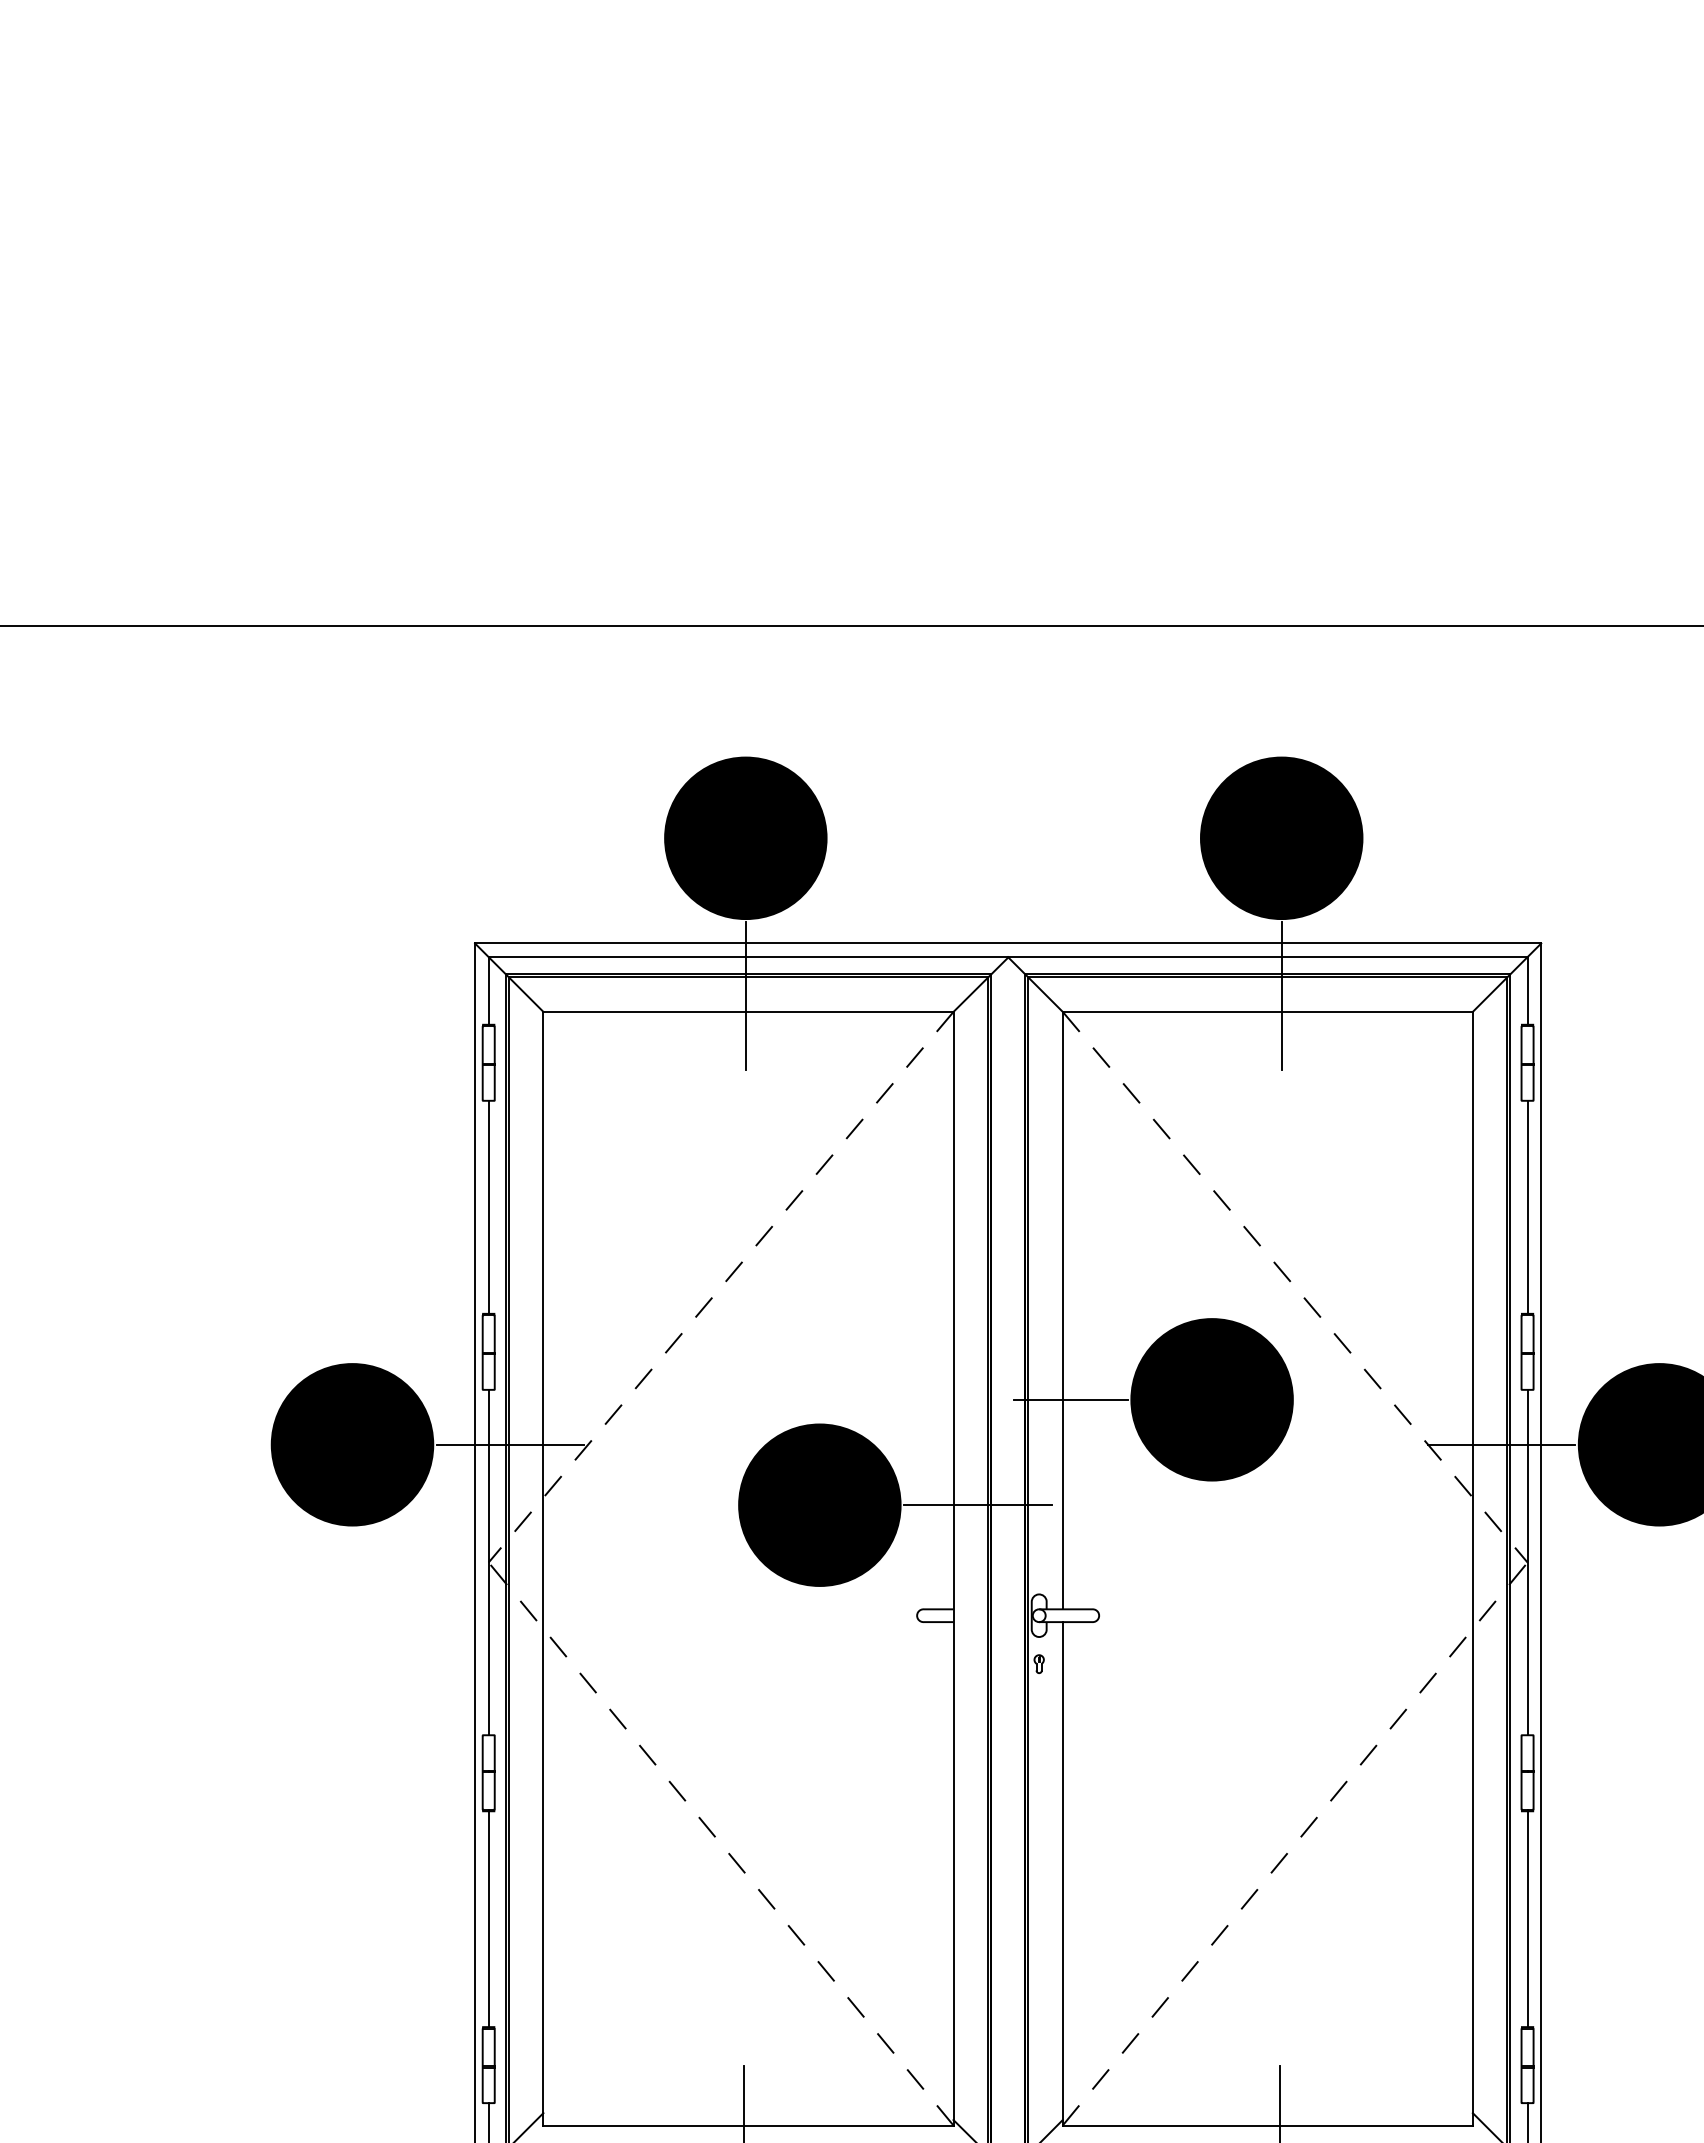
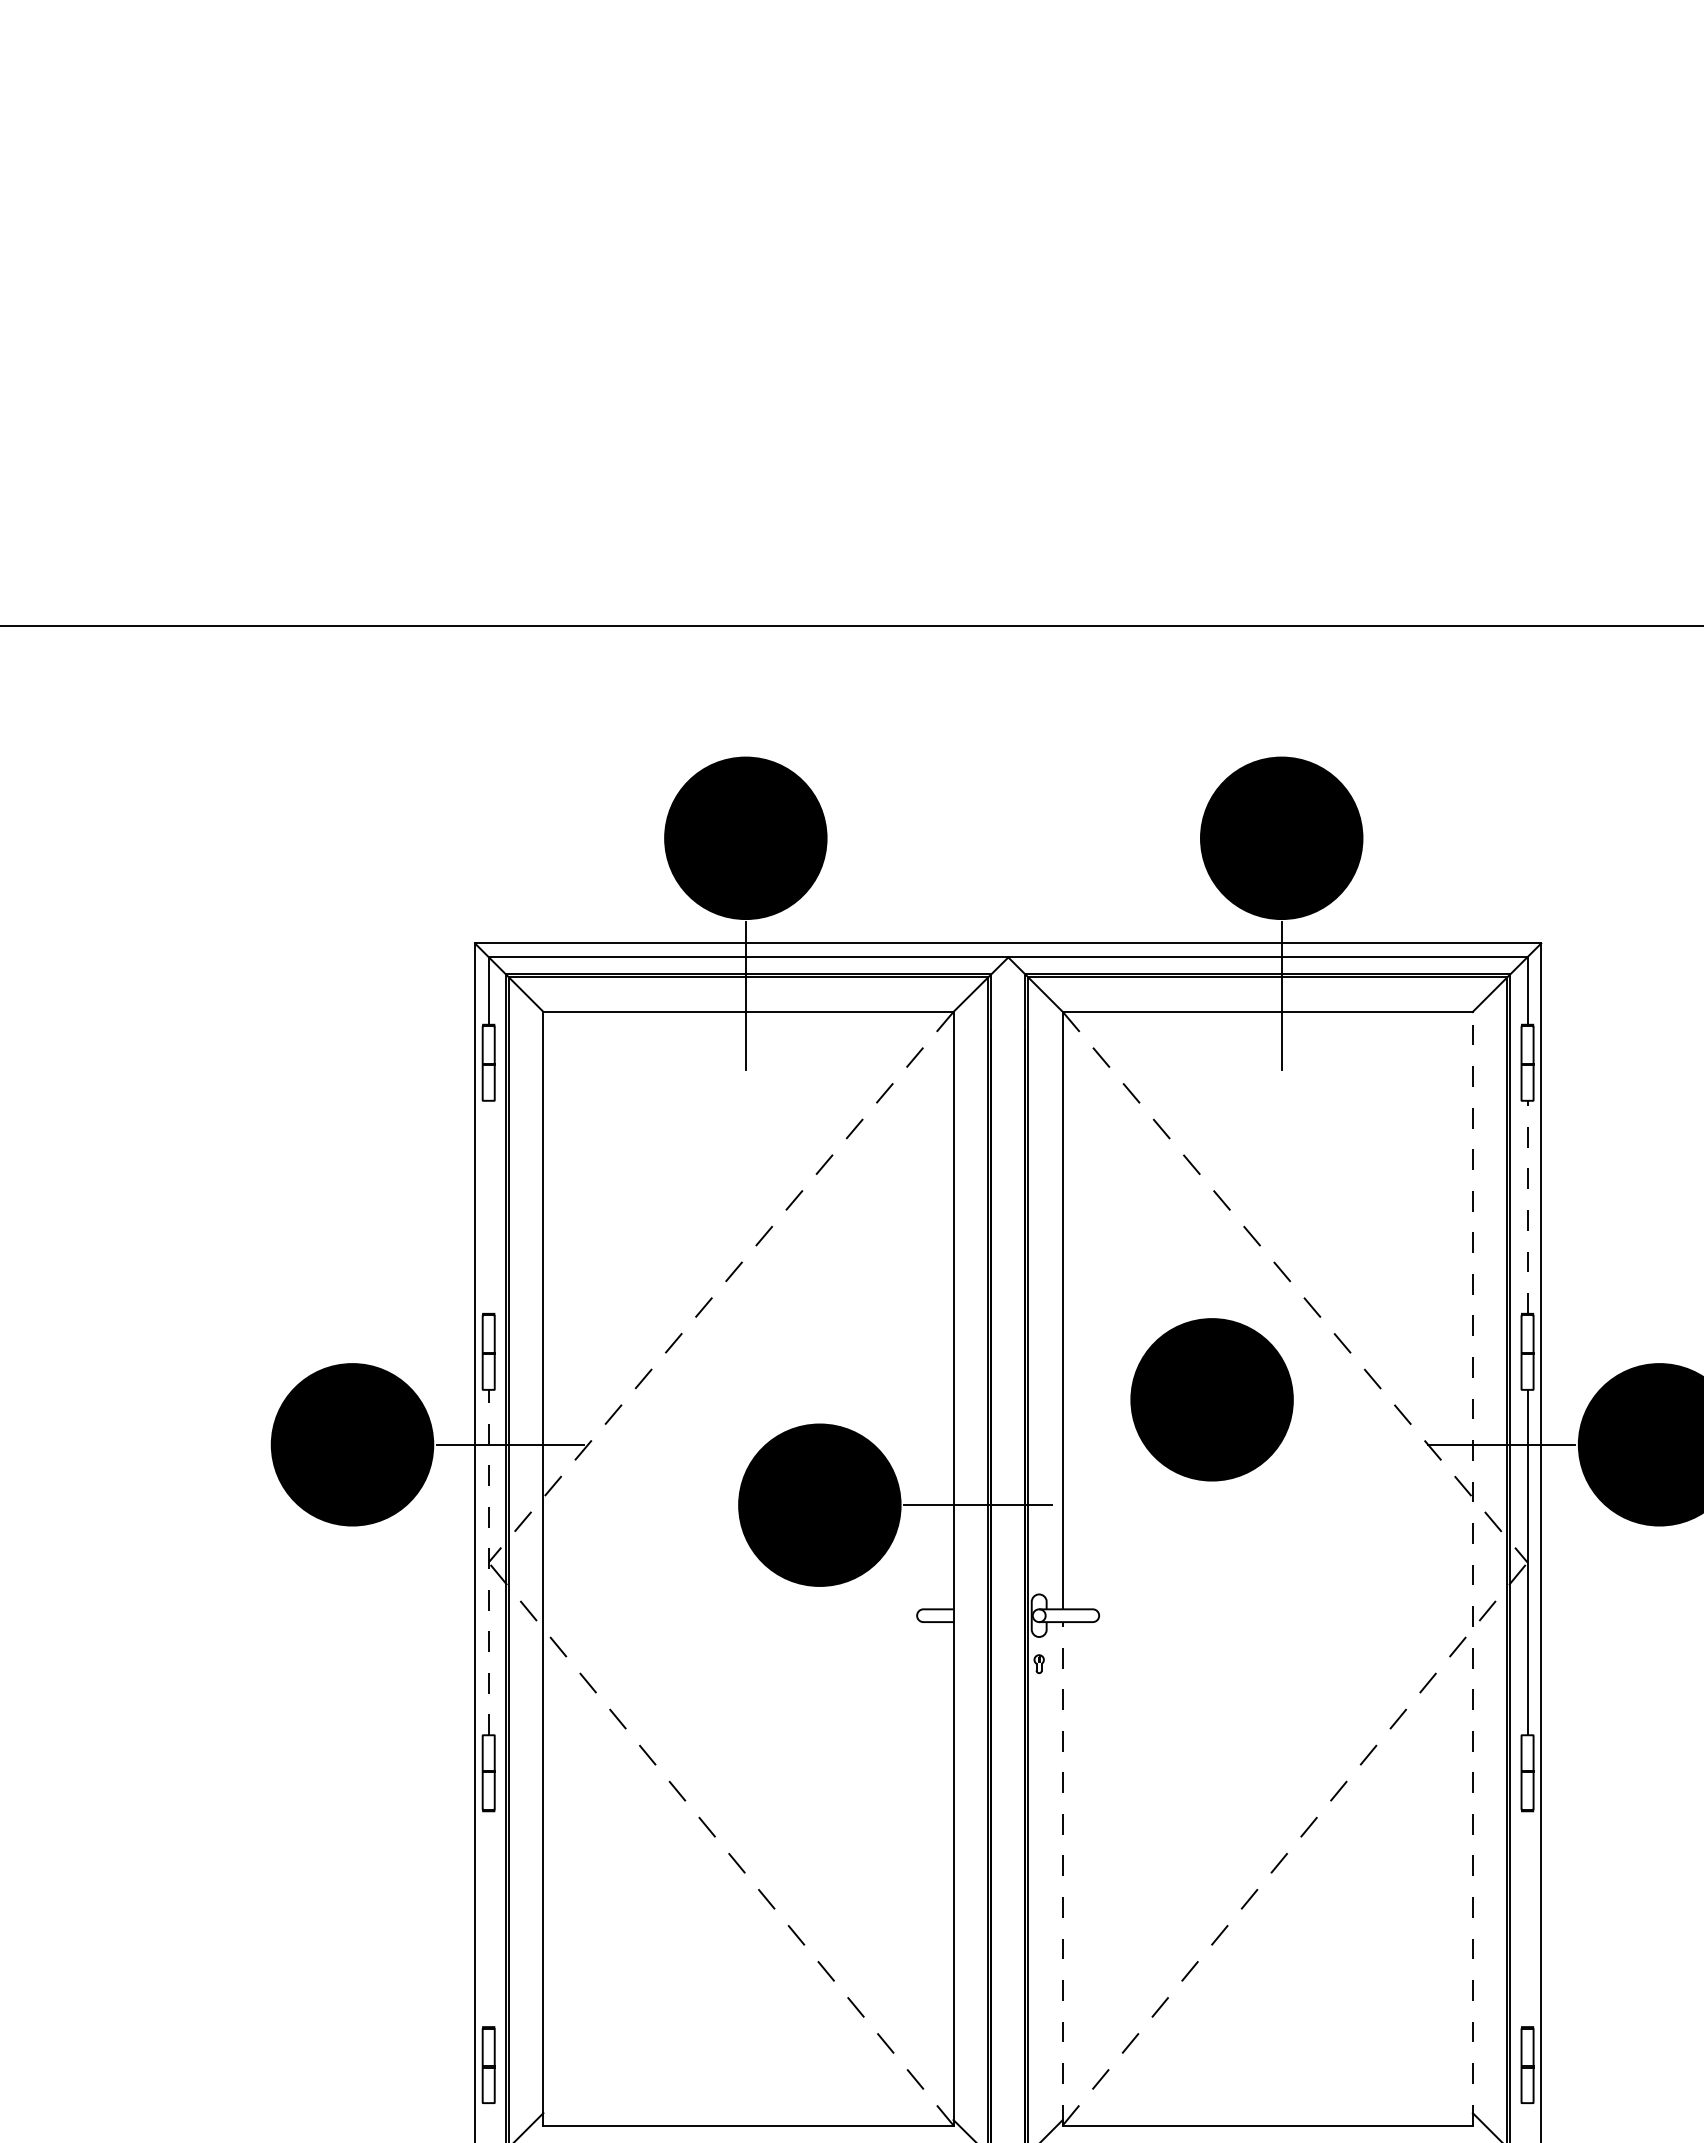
line at (488, 1206): present -> none
line at (1527, 1207): solid -> dashed
line at (1070, 1399): present -> none
line at (488, 1562): solid -> dashed
line at (1472, 1568): solid -> dashed
line at (1062, 1873): solid -> dashed
line at (488, 1918): present -> none
line at (1527, 1918): present -> none
line at (743, 2102): present -> none
line at (1279, 2102): present -> none
line at (488, 2121): present -> none
line at (1527, 2121): present -> none
